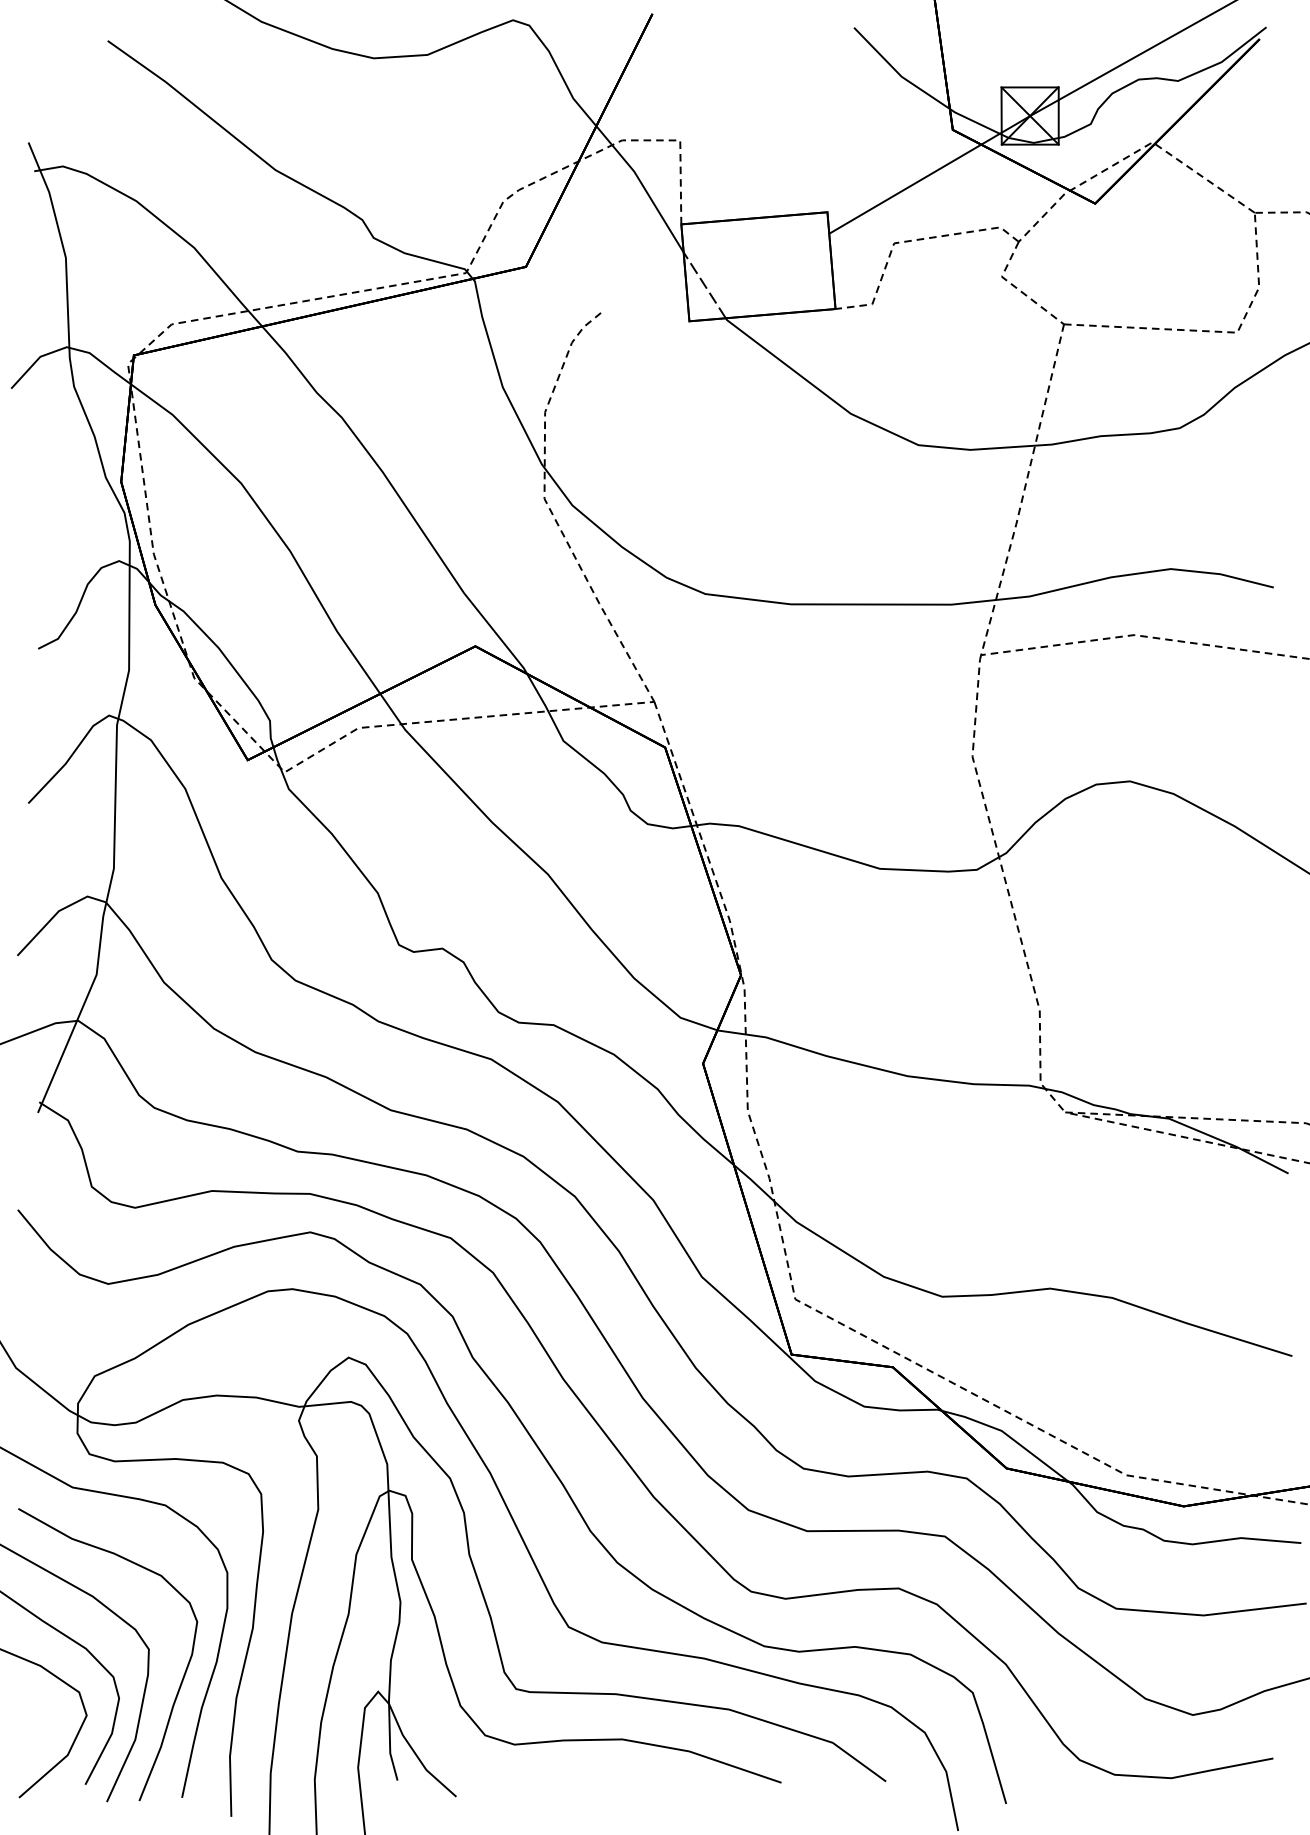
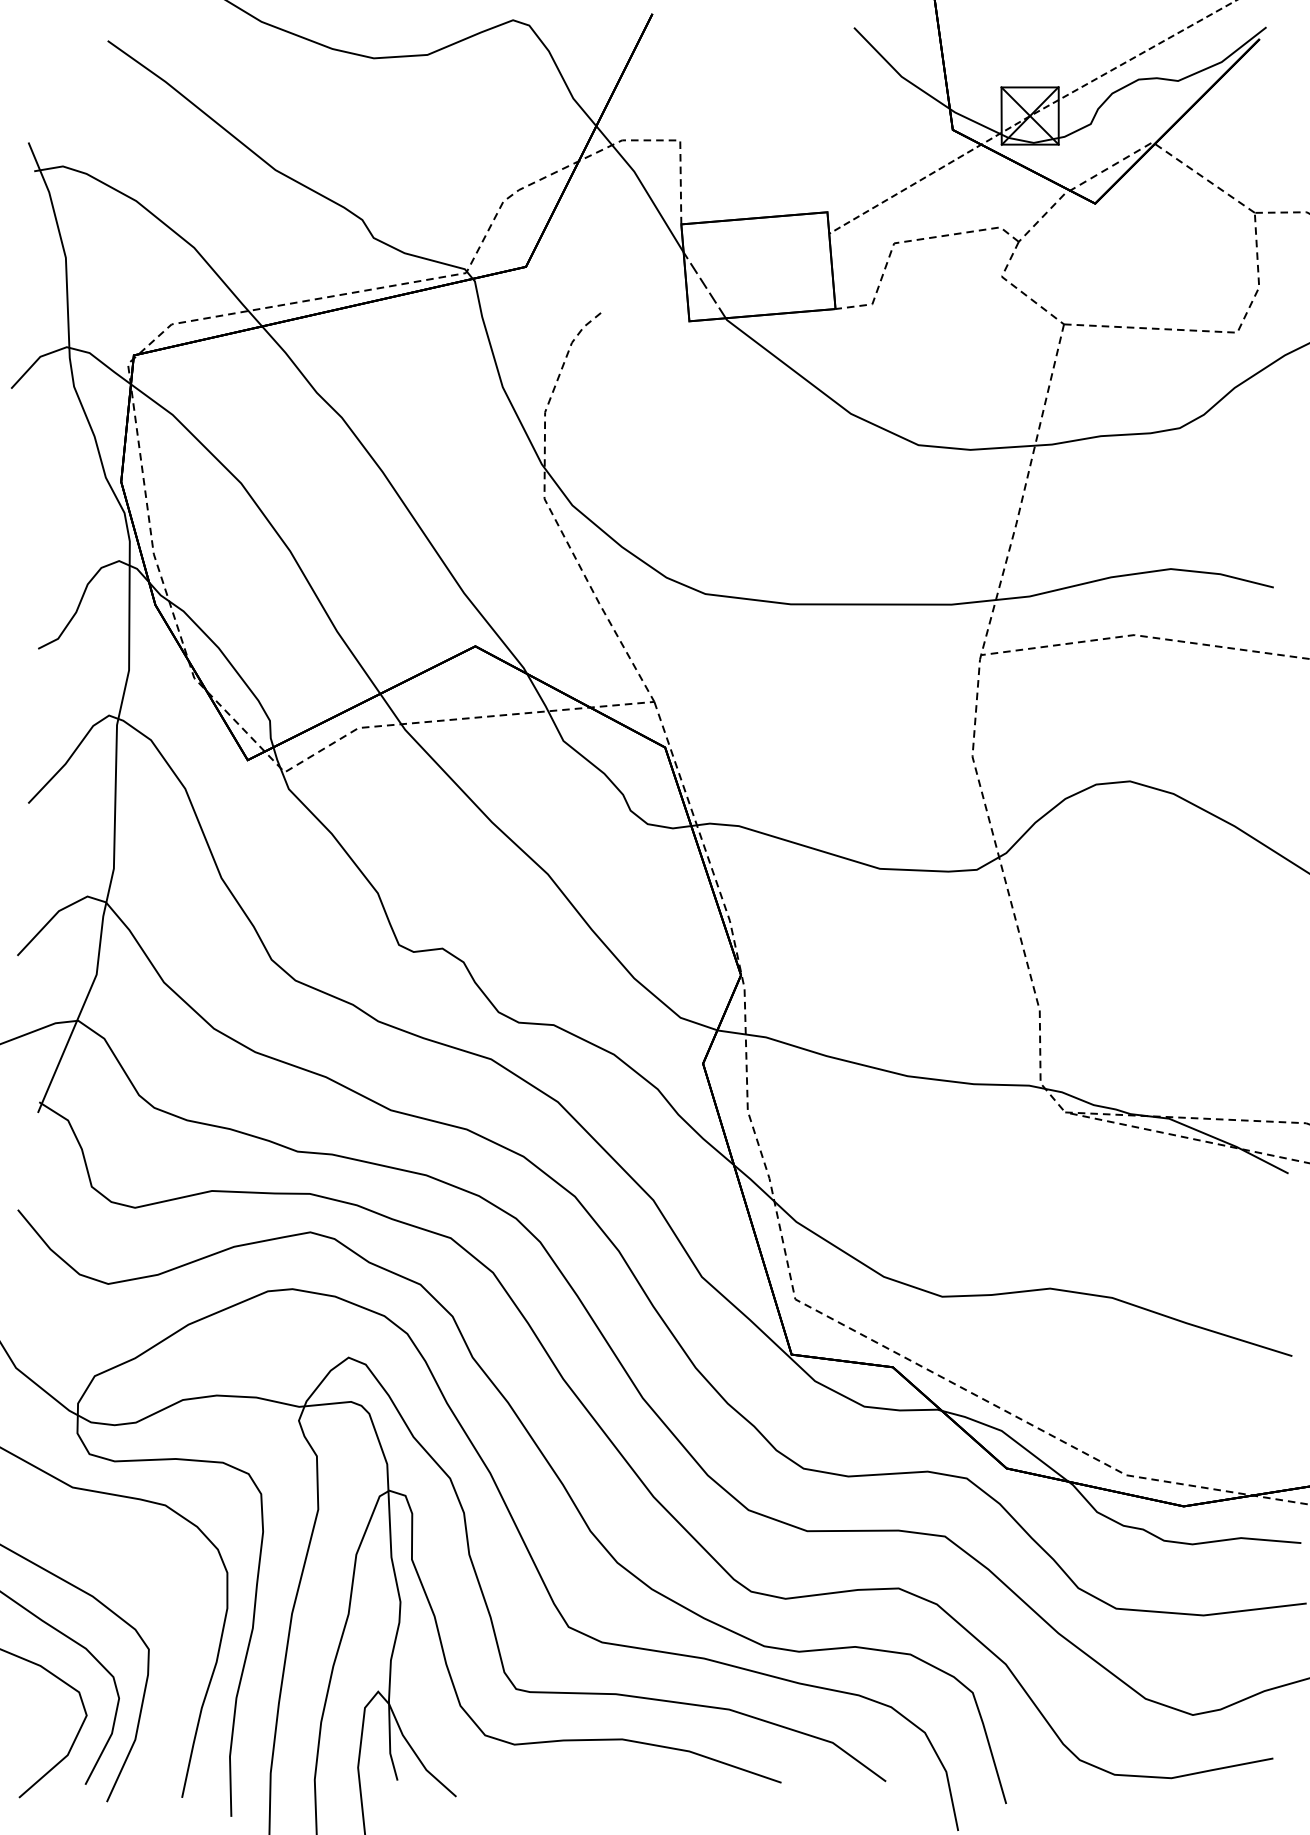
line at (1031, 115): solid -> dashed
curve at (180, 1682): present -> none
